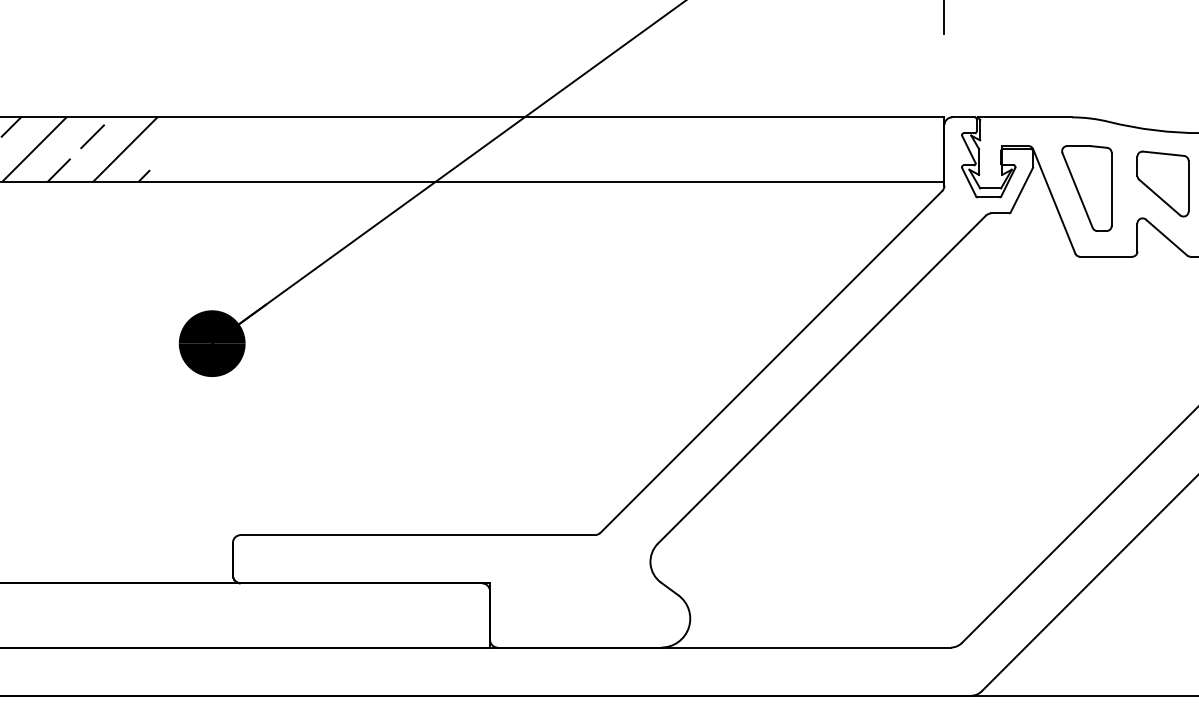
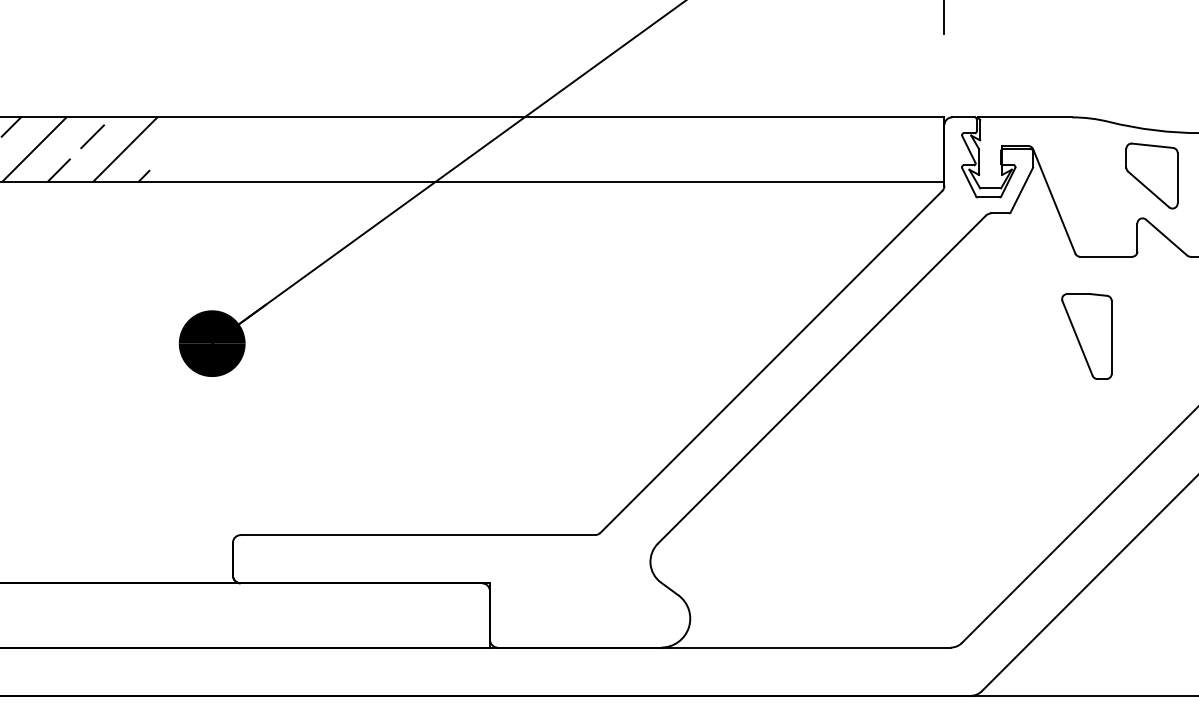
part at (1162, 183) position: (1162, 183) -> (1151, 175)
part at (1086, 188) position: (1086, 188) -> (1086, 336)
